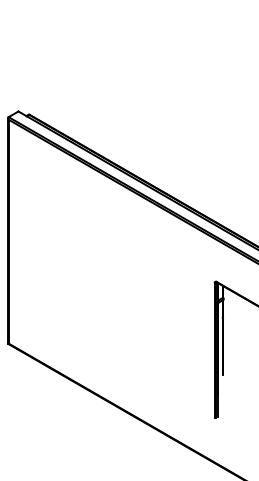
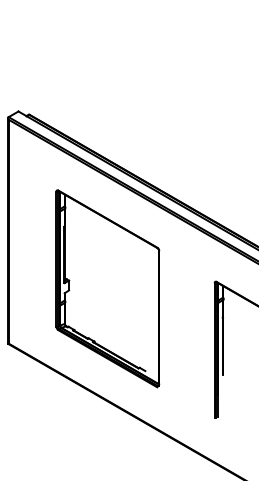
part at (107, 288): none -> present
